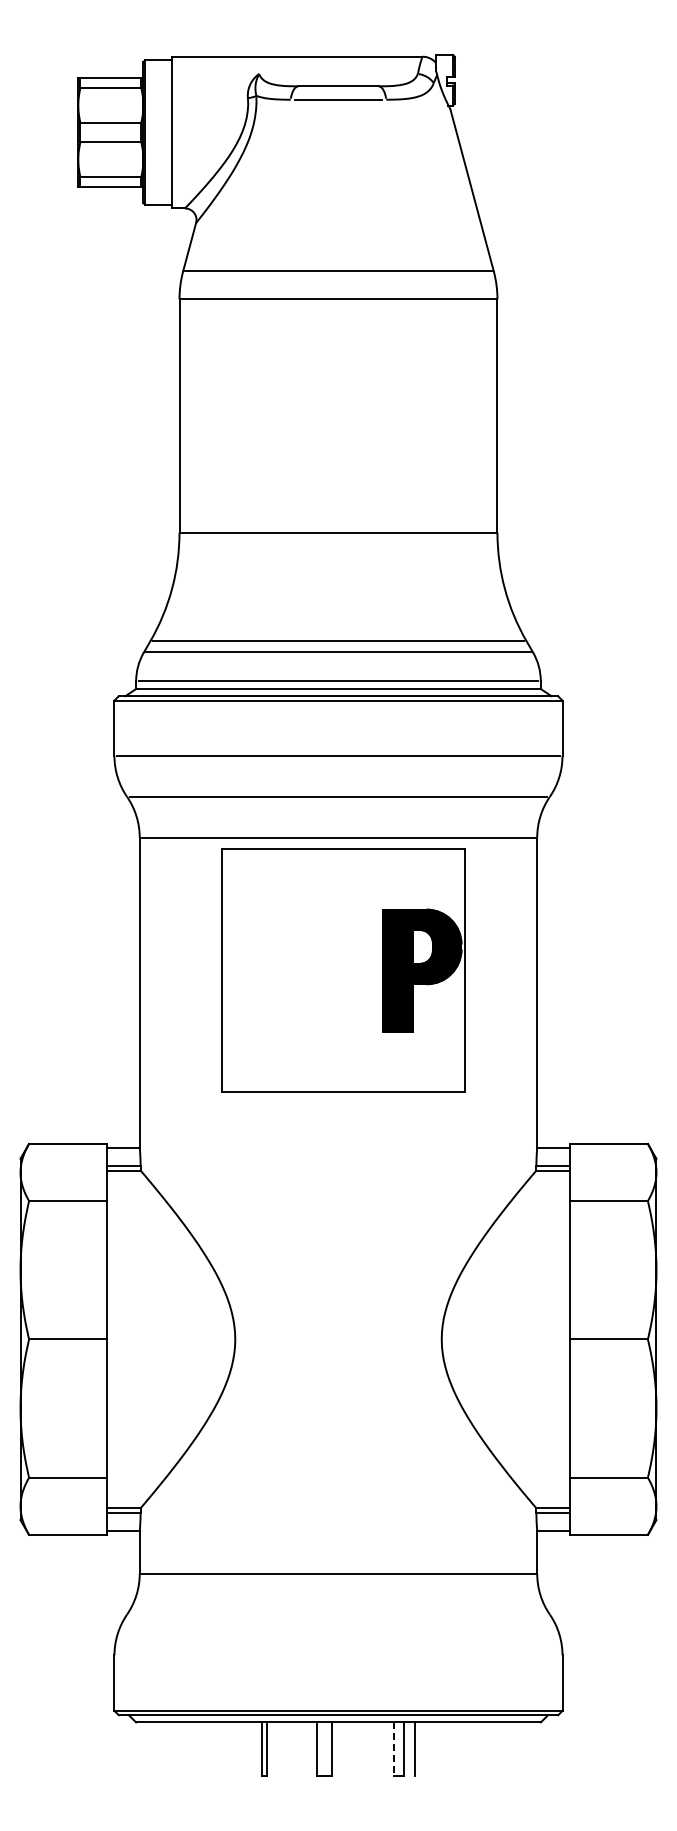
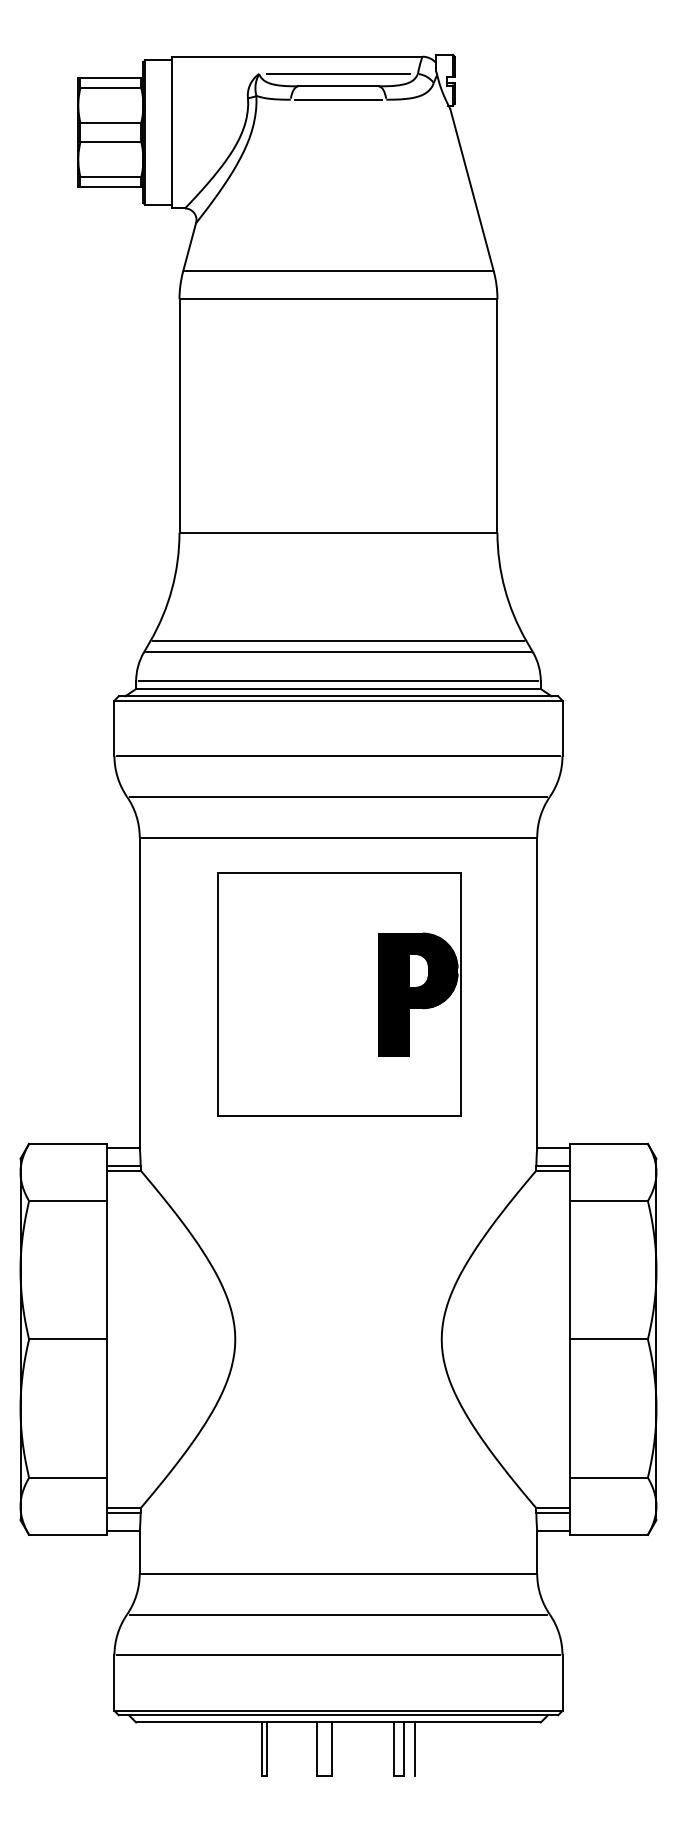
line at (338, 74): none -> present
part at (343, 970) position: (343, 970) -> (339, 994)
line at (338, 1614): none -> present
line at (338, 1655): none -> present
line at (394, 1749): dashed -> solid
